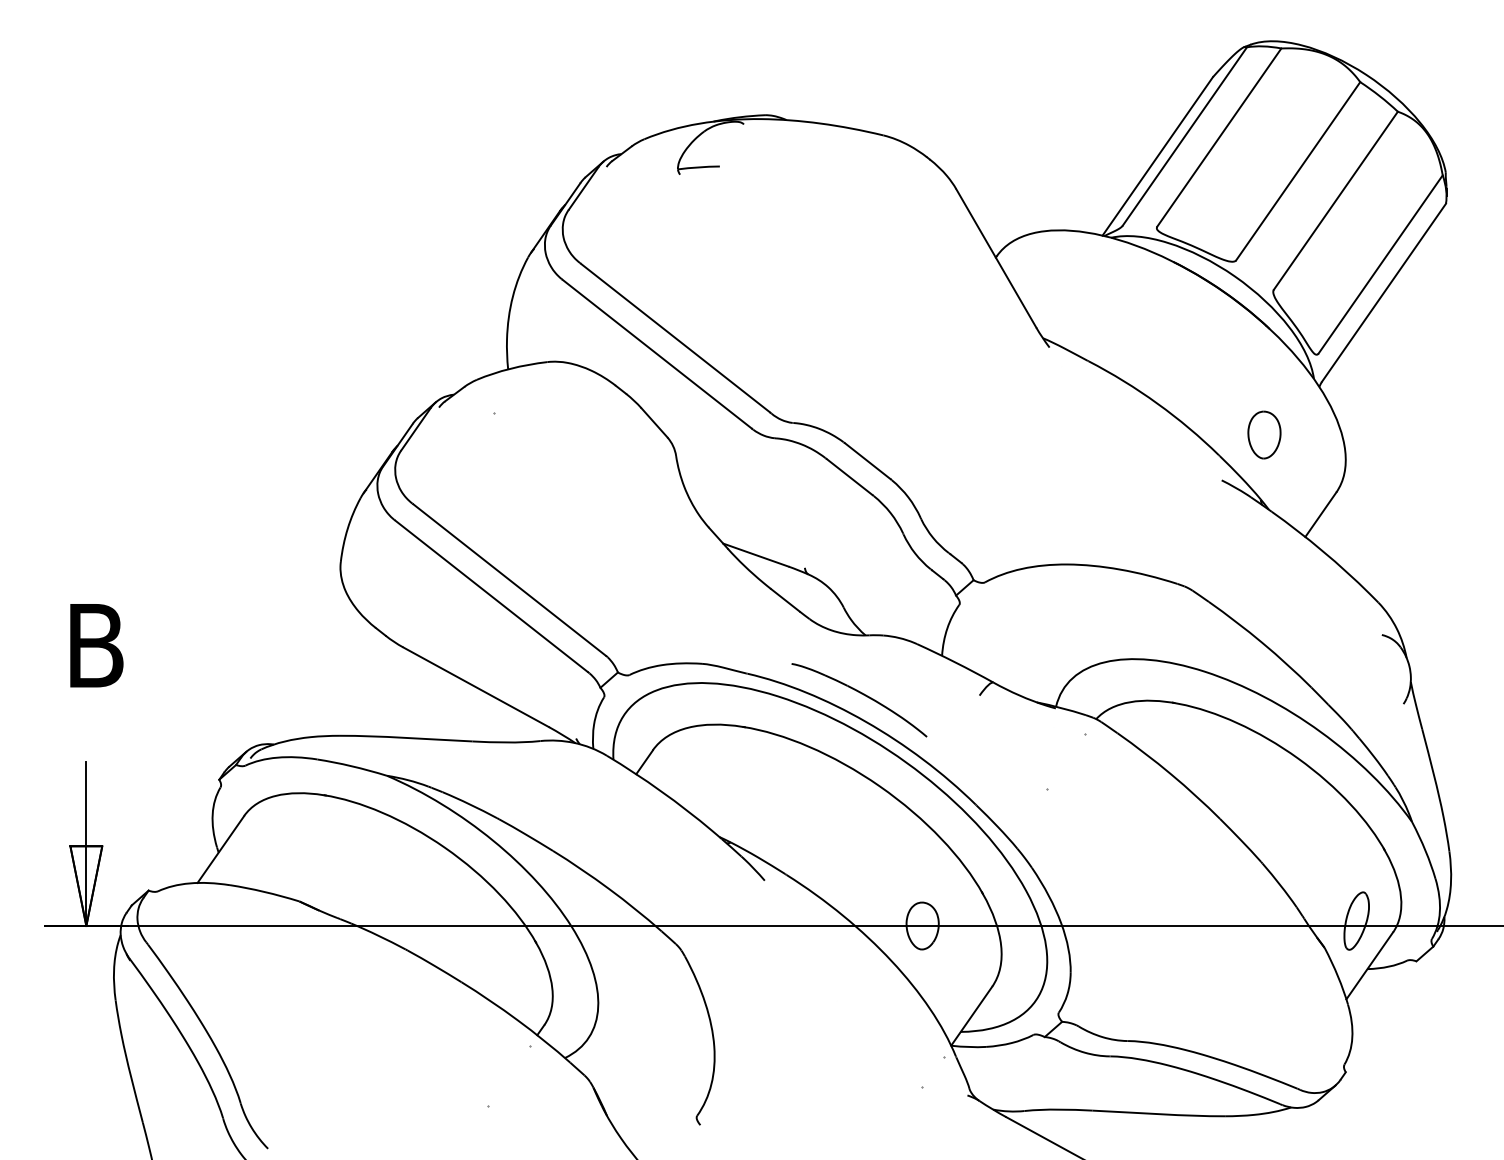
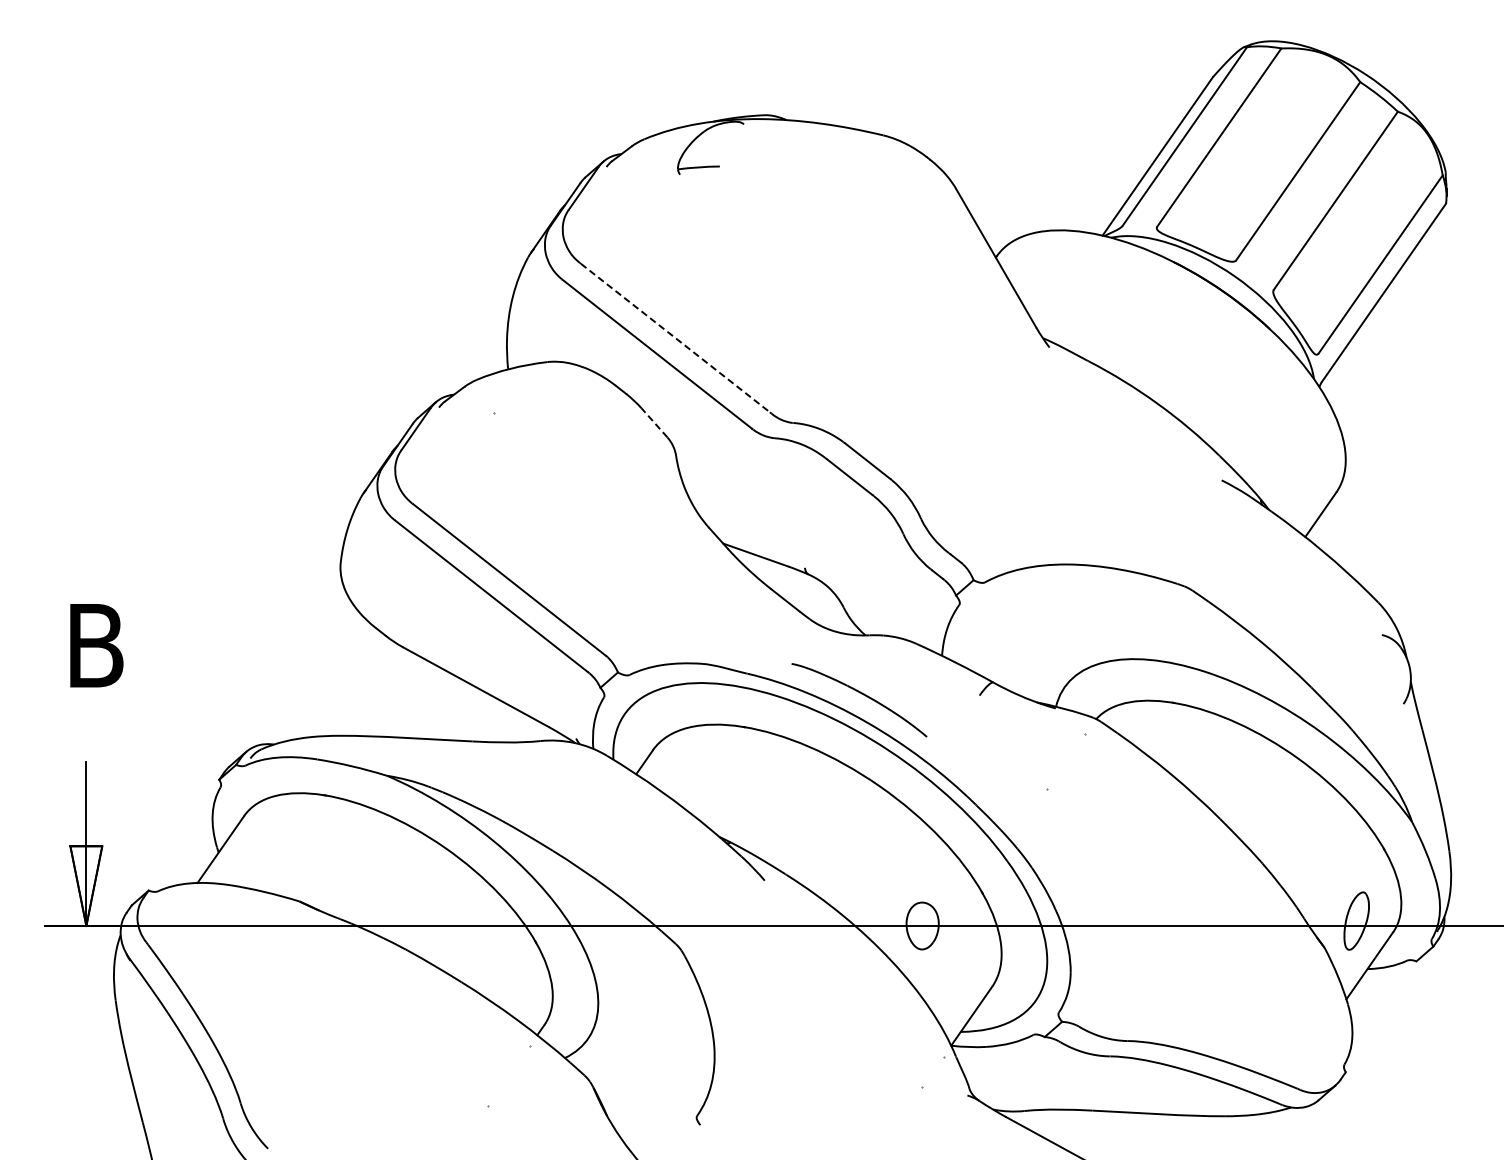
line at (675, 338): solid -> dashed
line at (654, 422): solid -> dashed
part at (1264, 434): present -> none
